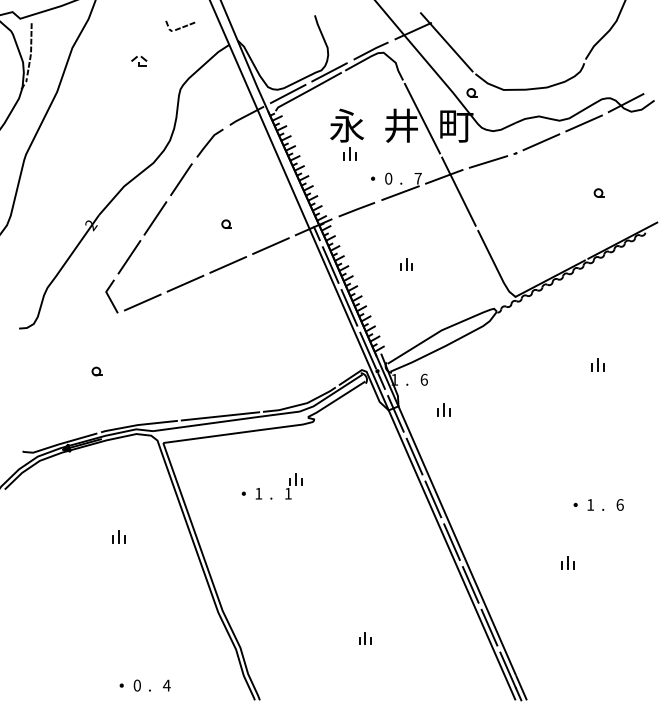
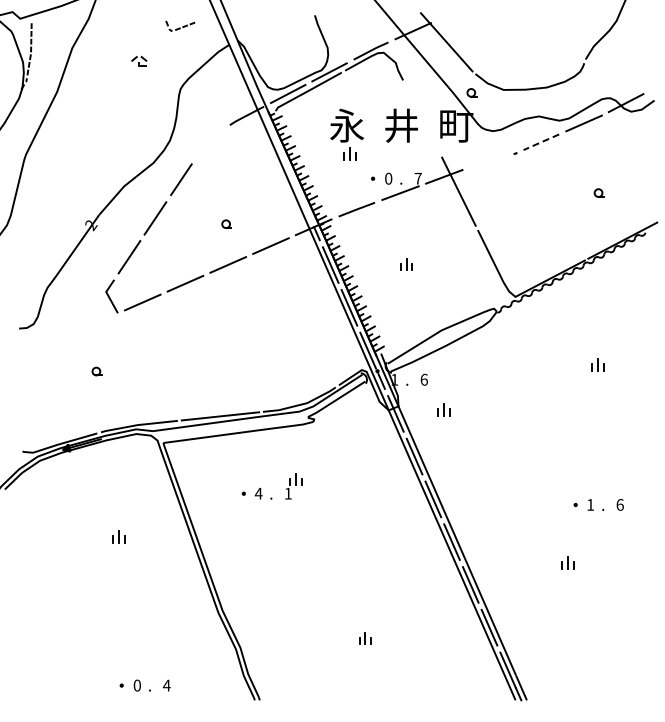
line at (421, 118): present -> none
line at (209, 142): present -> none
line at (540, 142): solid -> dashed
line at (488, 161): present -> none
text at (258, 493): 1 -> 4
